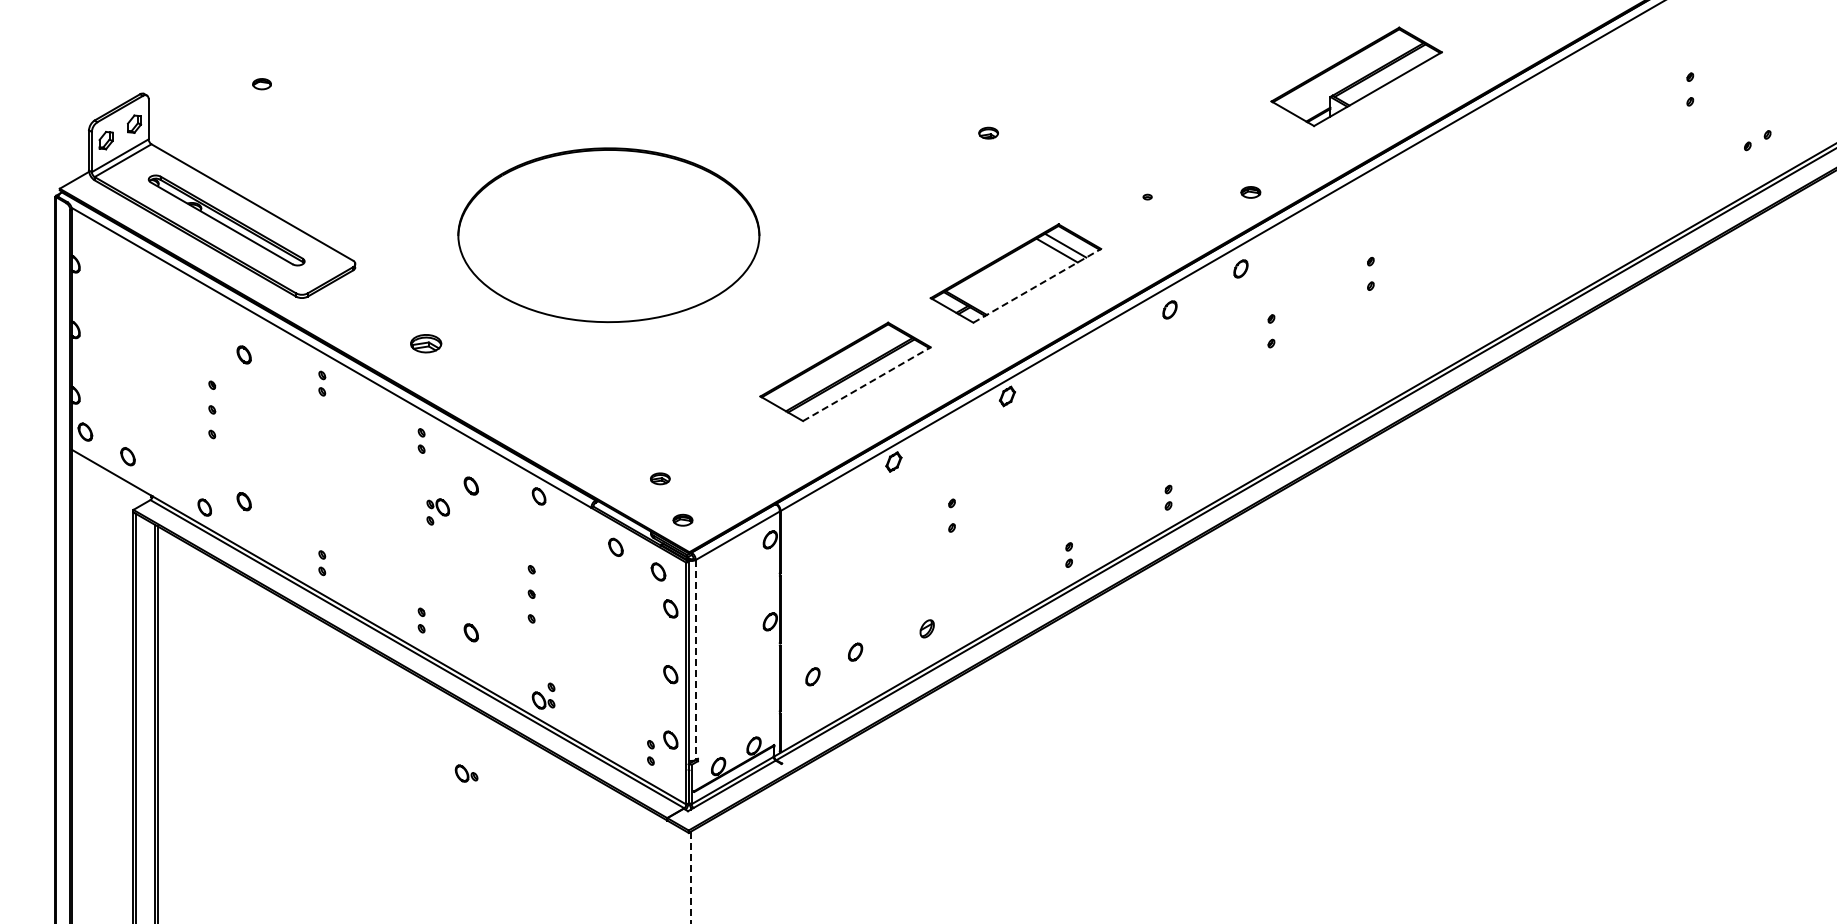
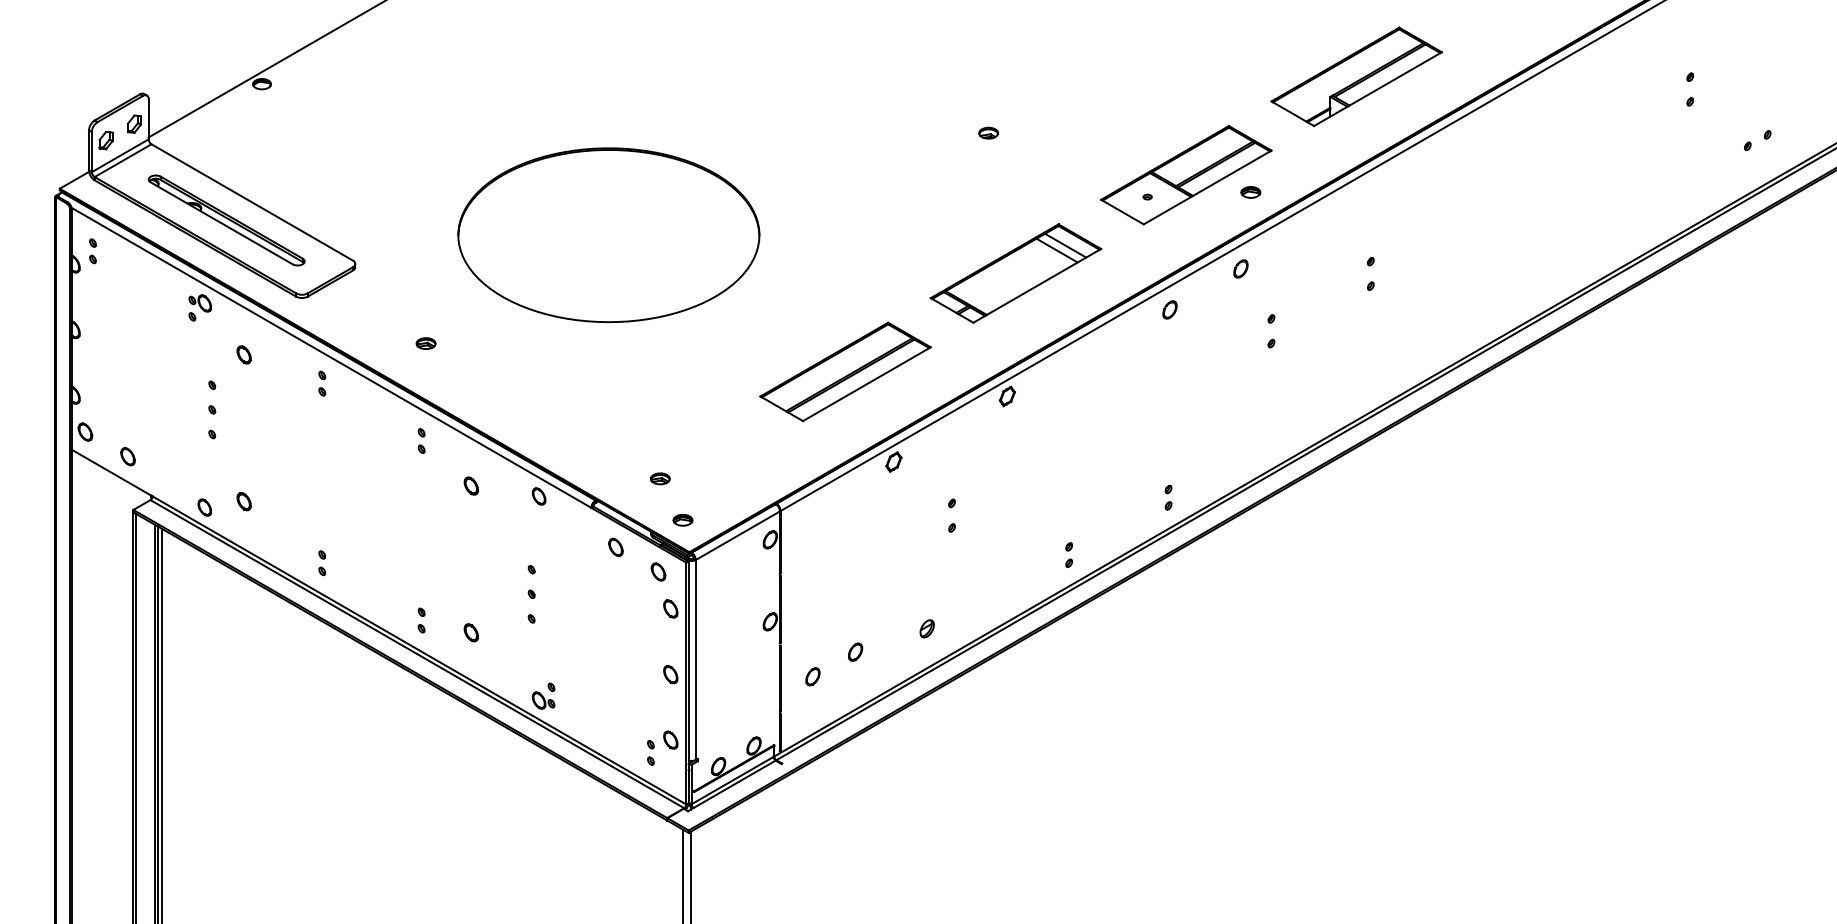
line at (265, 69): none -> present
part at (1186, 175): none -> present
part at (92, 251): none -> present
line at (1037, 285): dashed -> solid
part at (426, 343) size: 33x20 px -> 22x13 px
line at (866, 384): dashed -> solid
part at (437, 511) position: (437, 511) -> (199, 307)
line at (695, 660): dashed -> solid
line at (161, 724): none -> present
part at (466, 773): present -> none
line at (682, 874): none -> present
line at (690, 877): dashed -> solid
